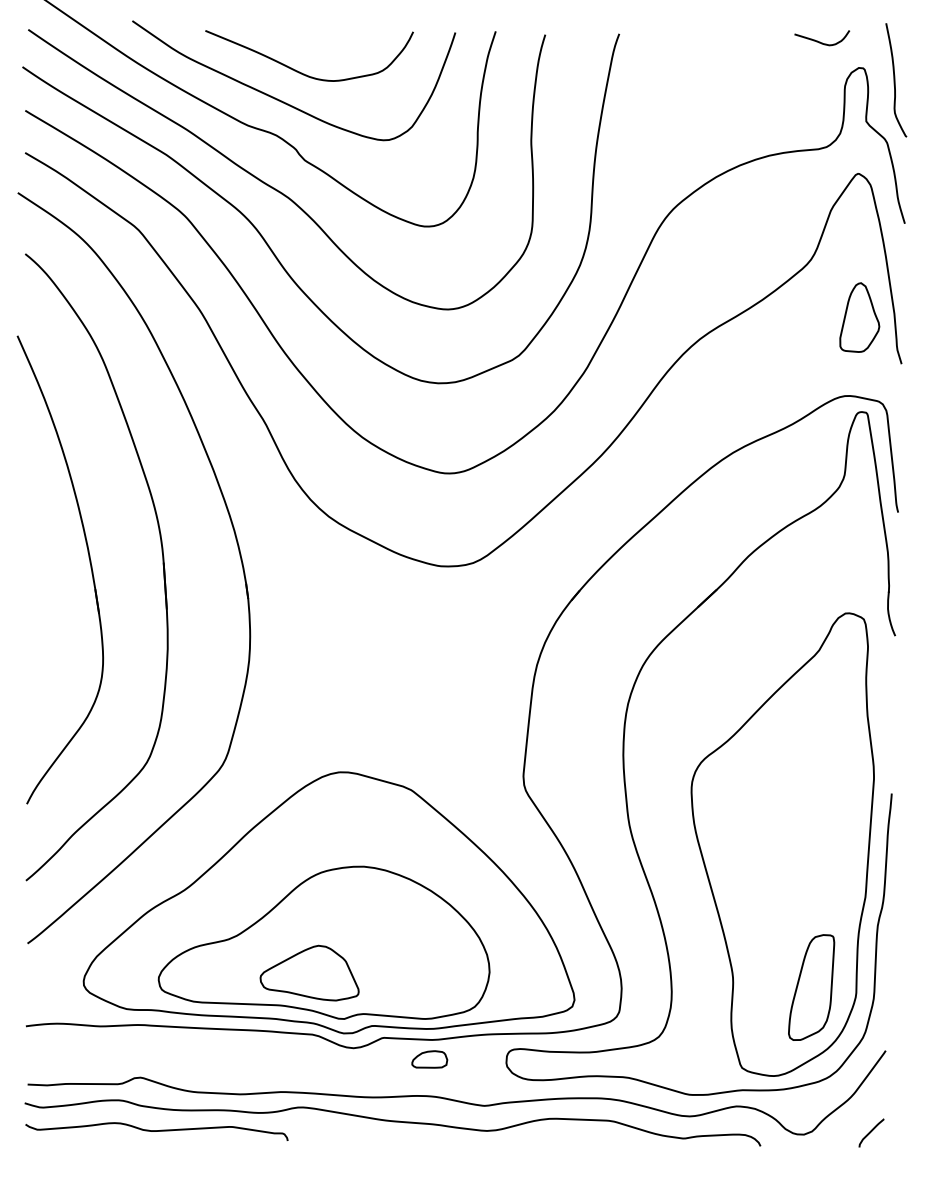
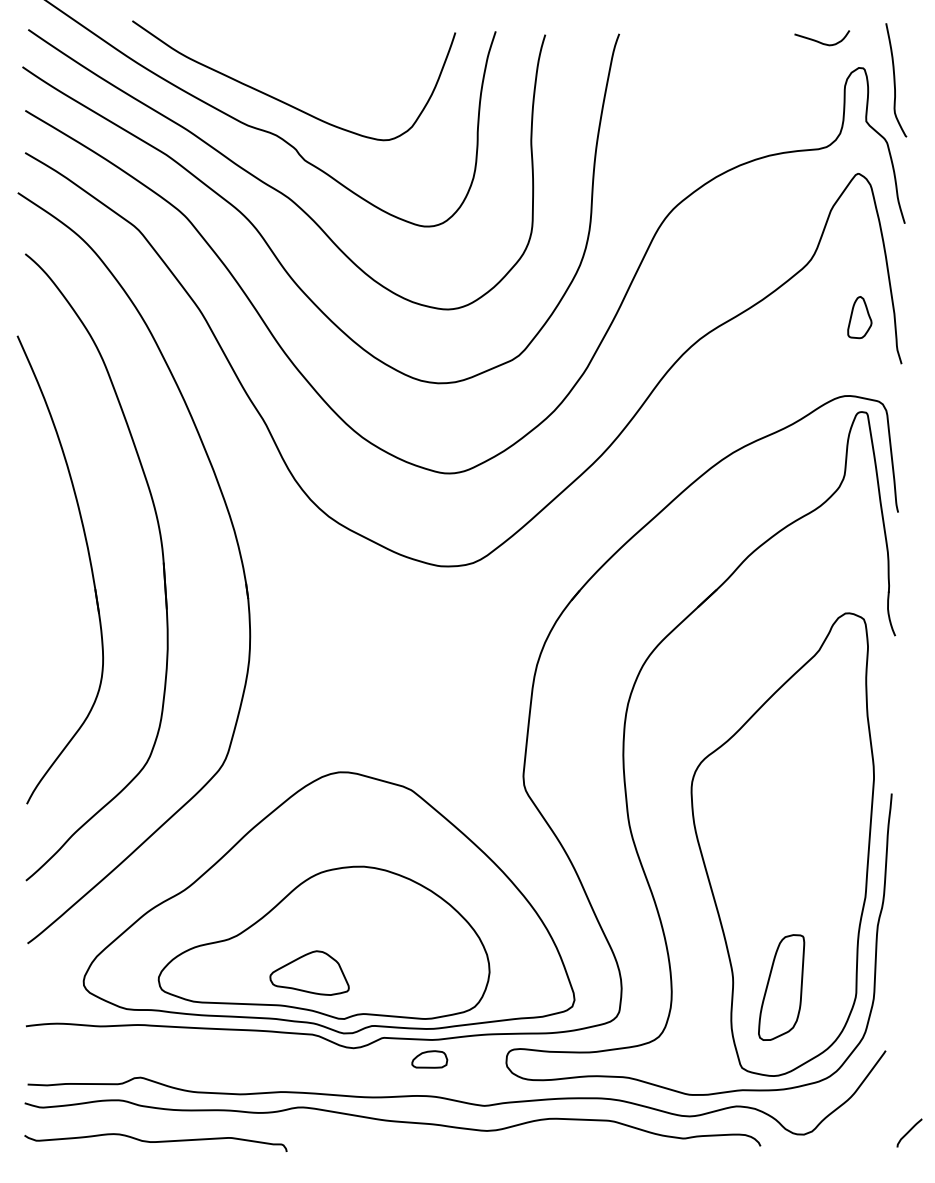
curve at (304, 73): present -> none
part at (859, 317) size: 42x71 px -> 26x44 px
part at (309, 972) size: 101x58 px -> 81x46 px
part at (811, 987) position: (811, 987) -> (781, 987)
curve at (156, 1131) position: (156, 1131) -> (155, 1142)
curve at (871, 1132) position: (871, 1132) -> (909, 1132)
